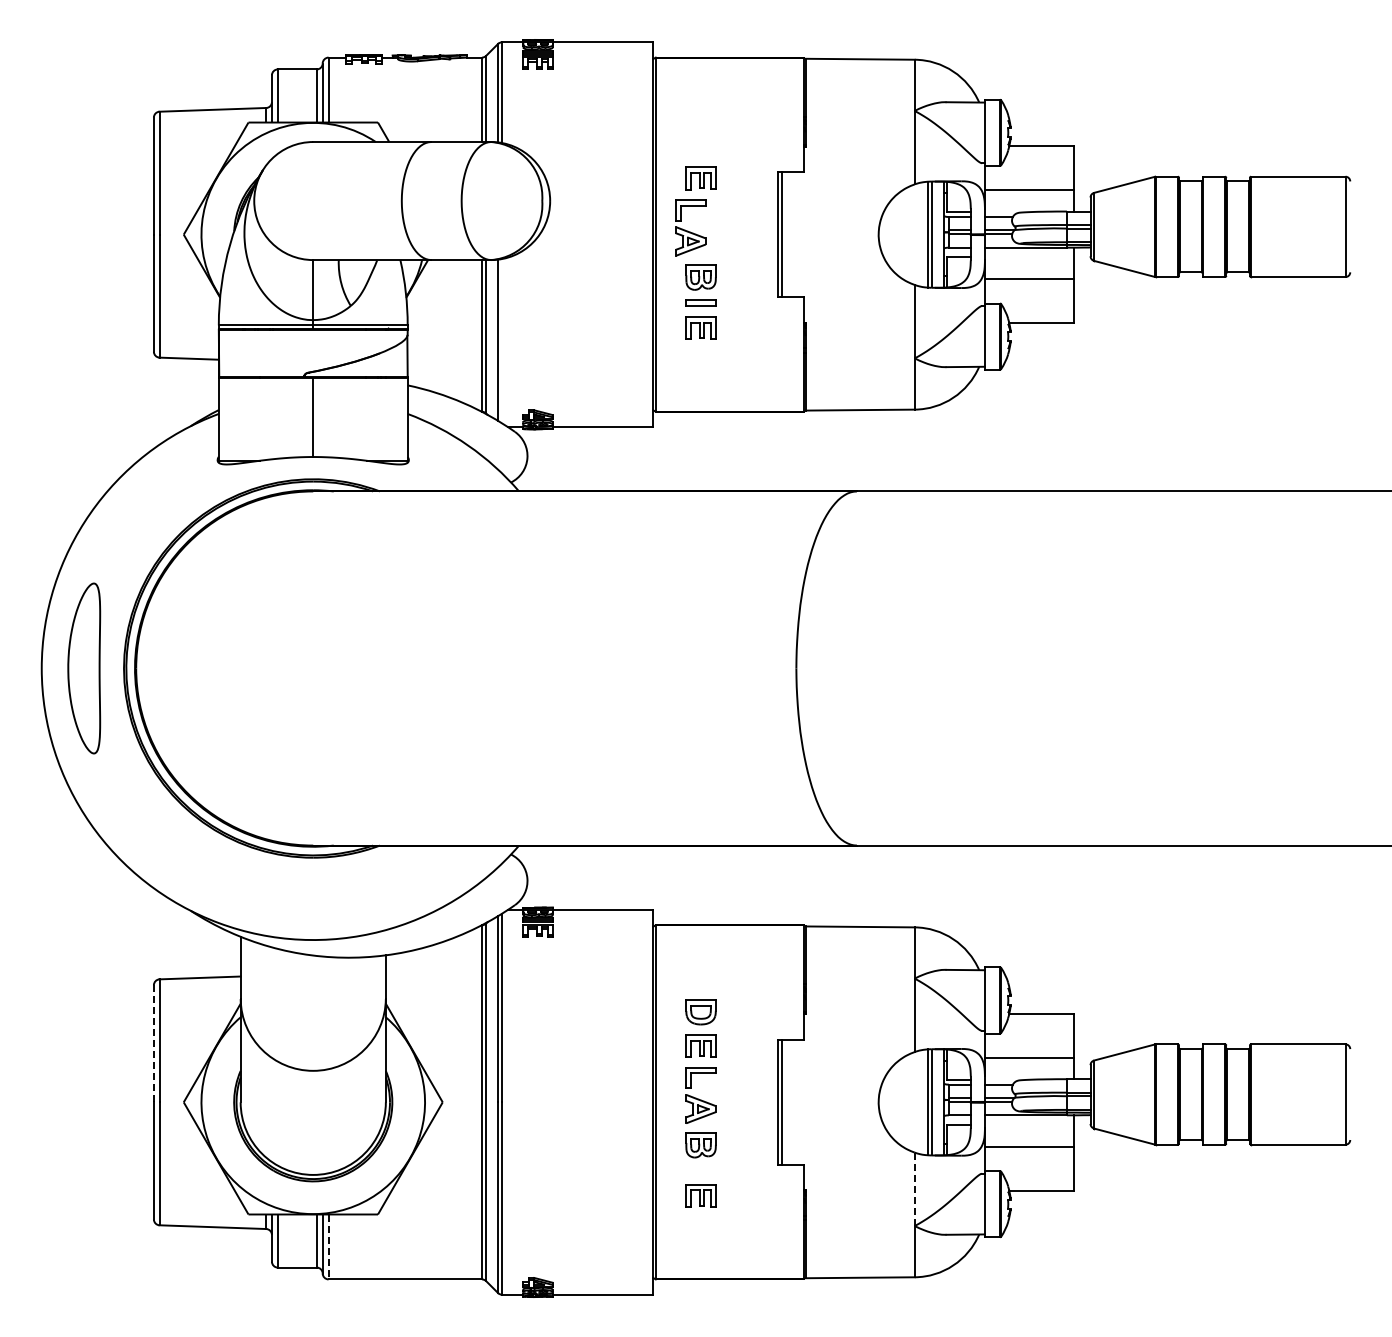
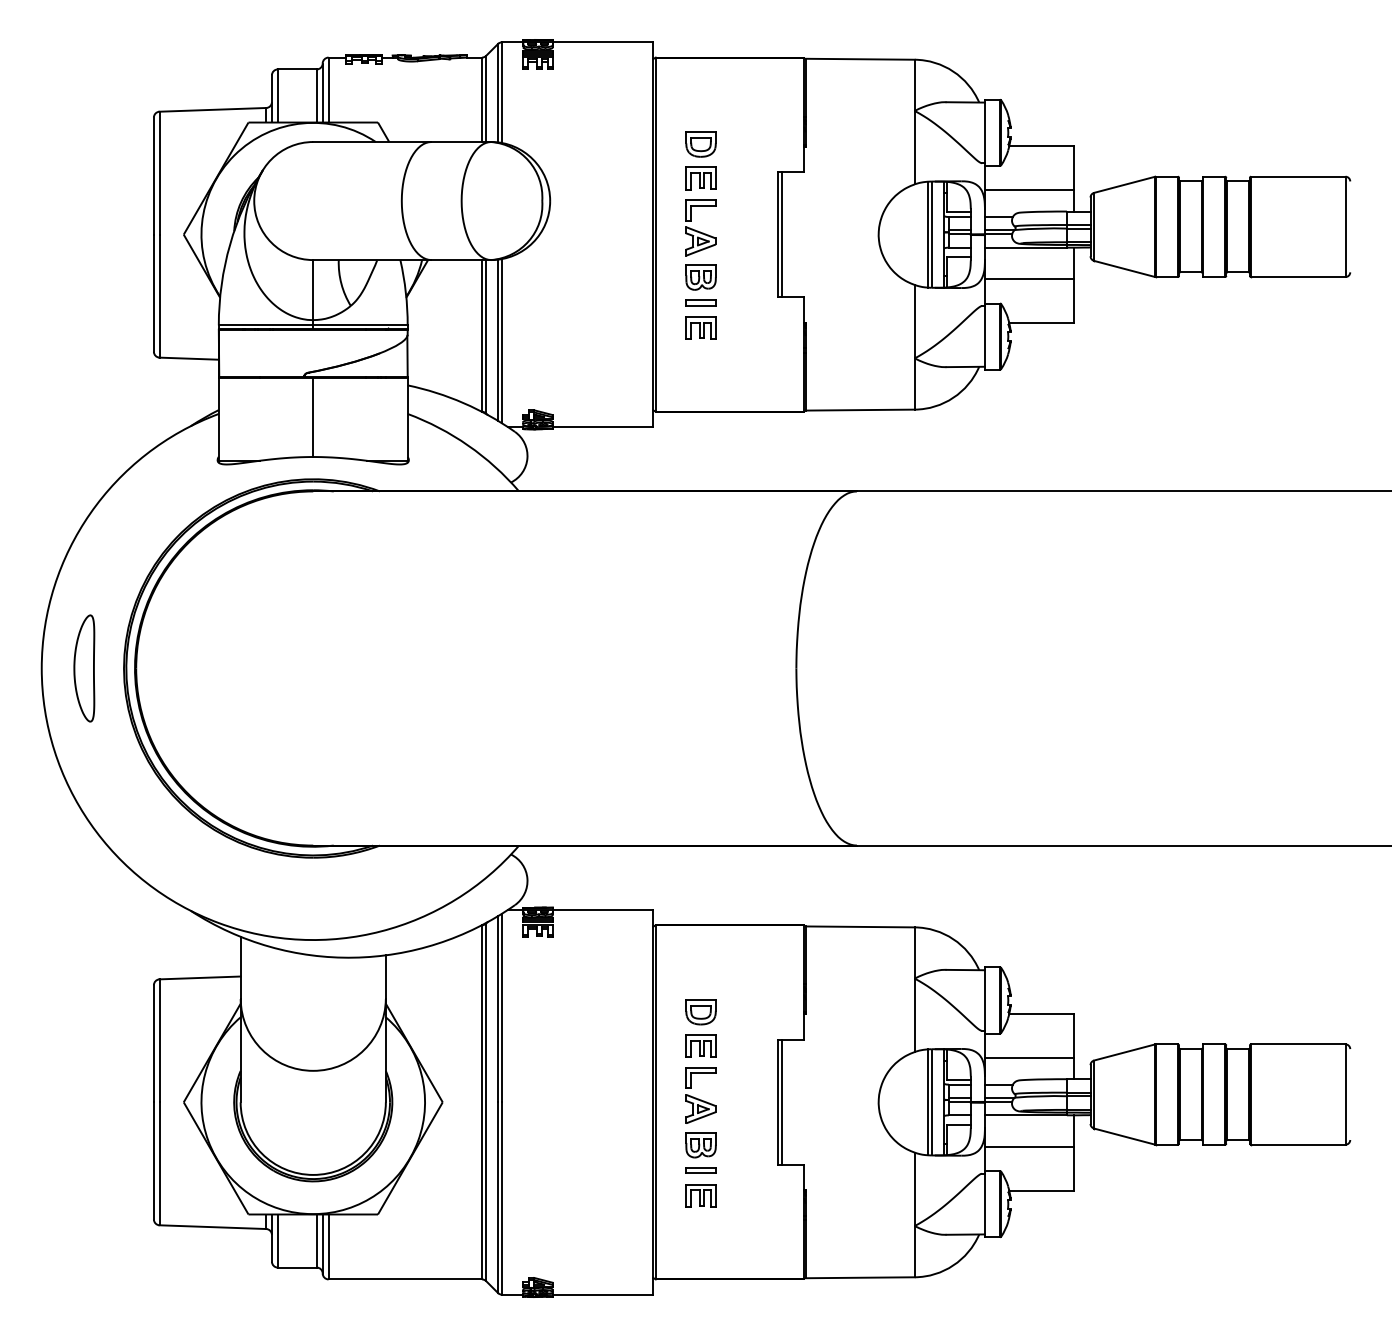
part at (700, 144): none -> present
part at (690, 227) position: (690, 227) -> (700, 227)
line at (502, 341): none -> present
part at (84, 668) size: 35x173 px -> 23x109 px
line at (153, 1043): dashed -> solid
part at (700, 1170): none -> present
line at (914, 1189): dashed -> solid
line at (328, 1247): dashed -> solid
